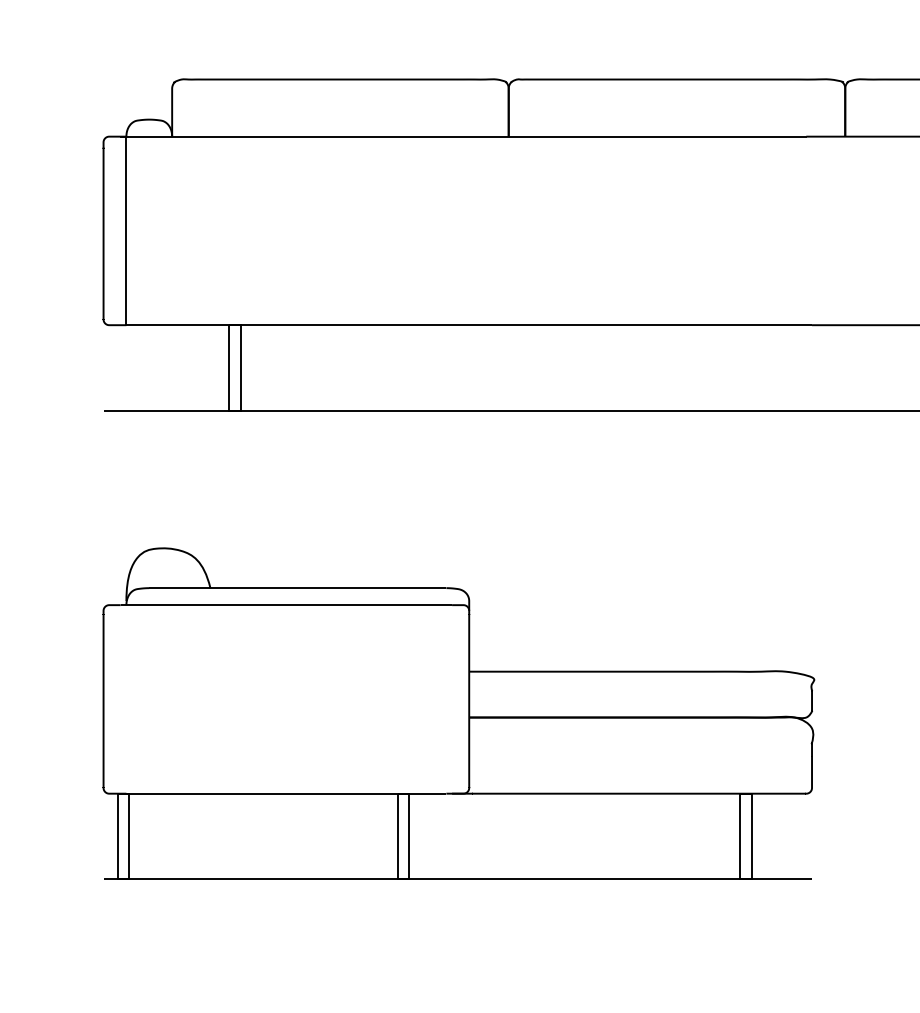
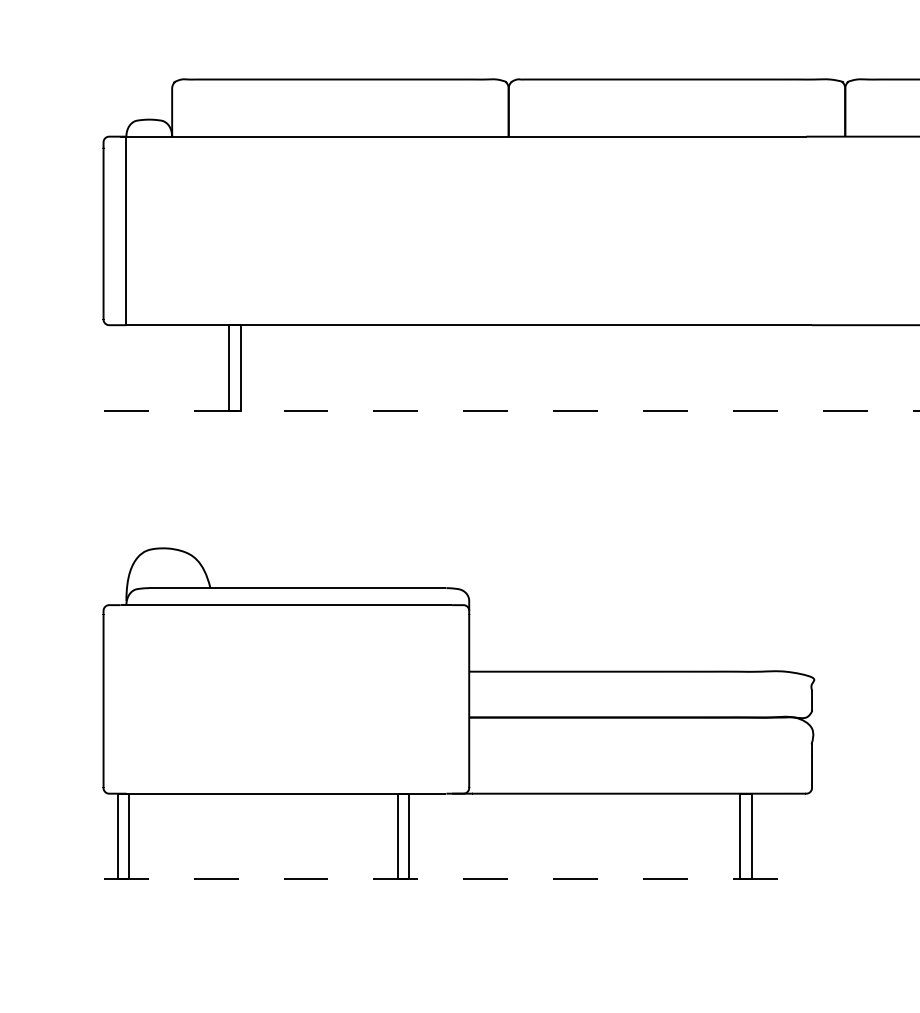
line at (511, 410): solid -> dashed
line at (458, 879): solid -> dashed
